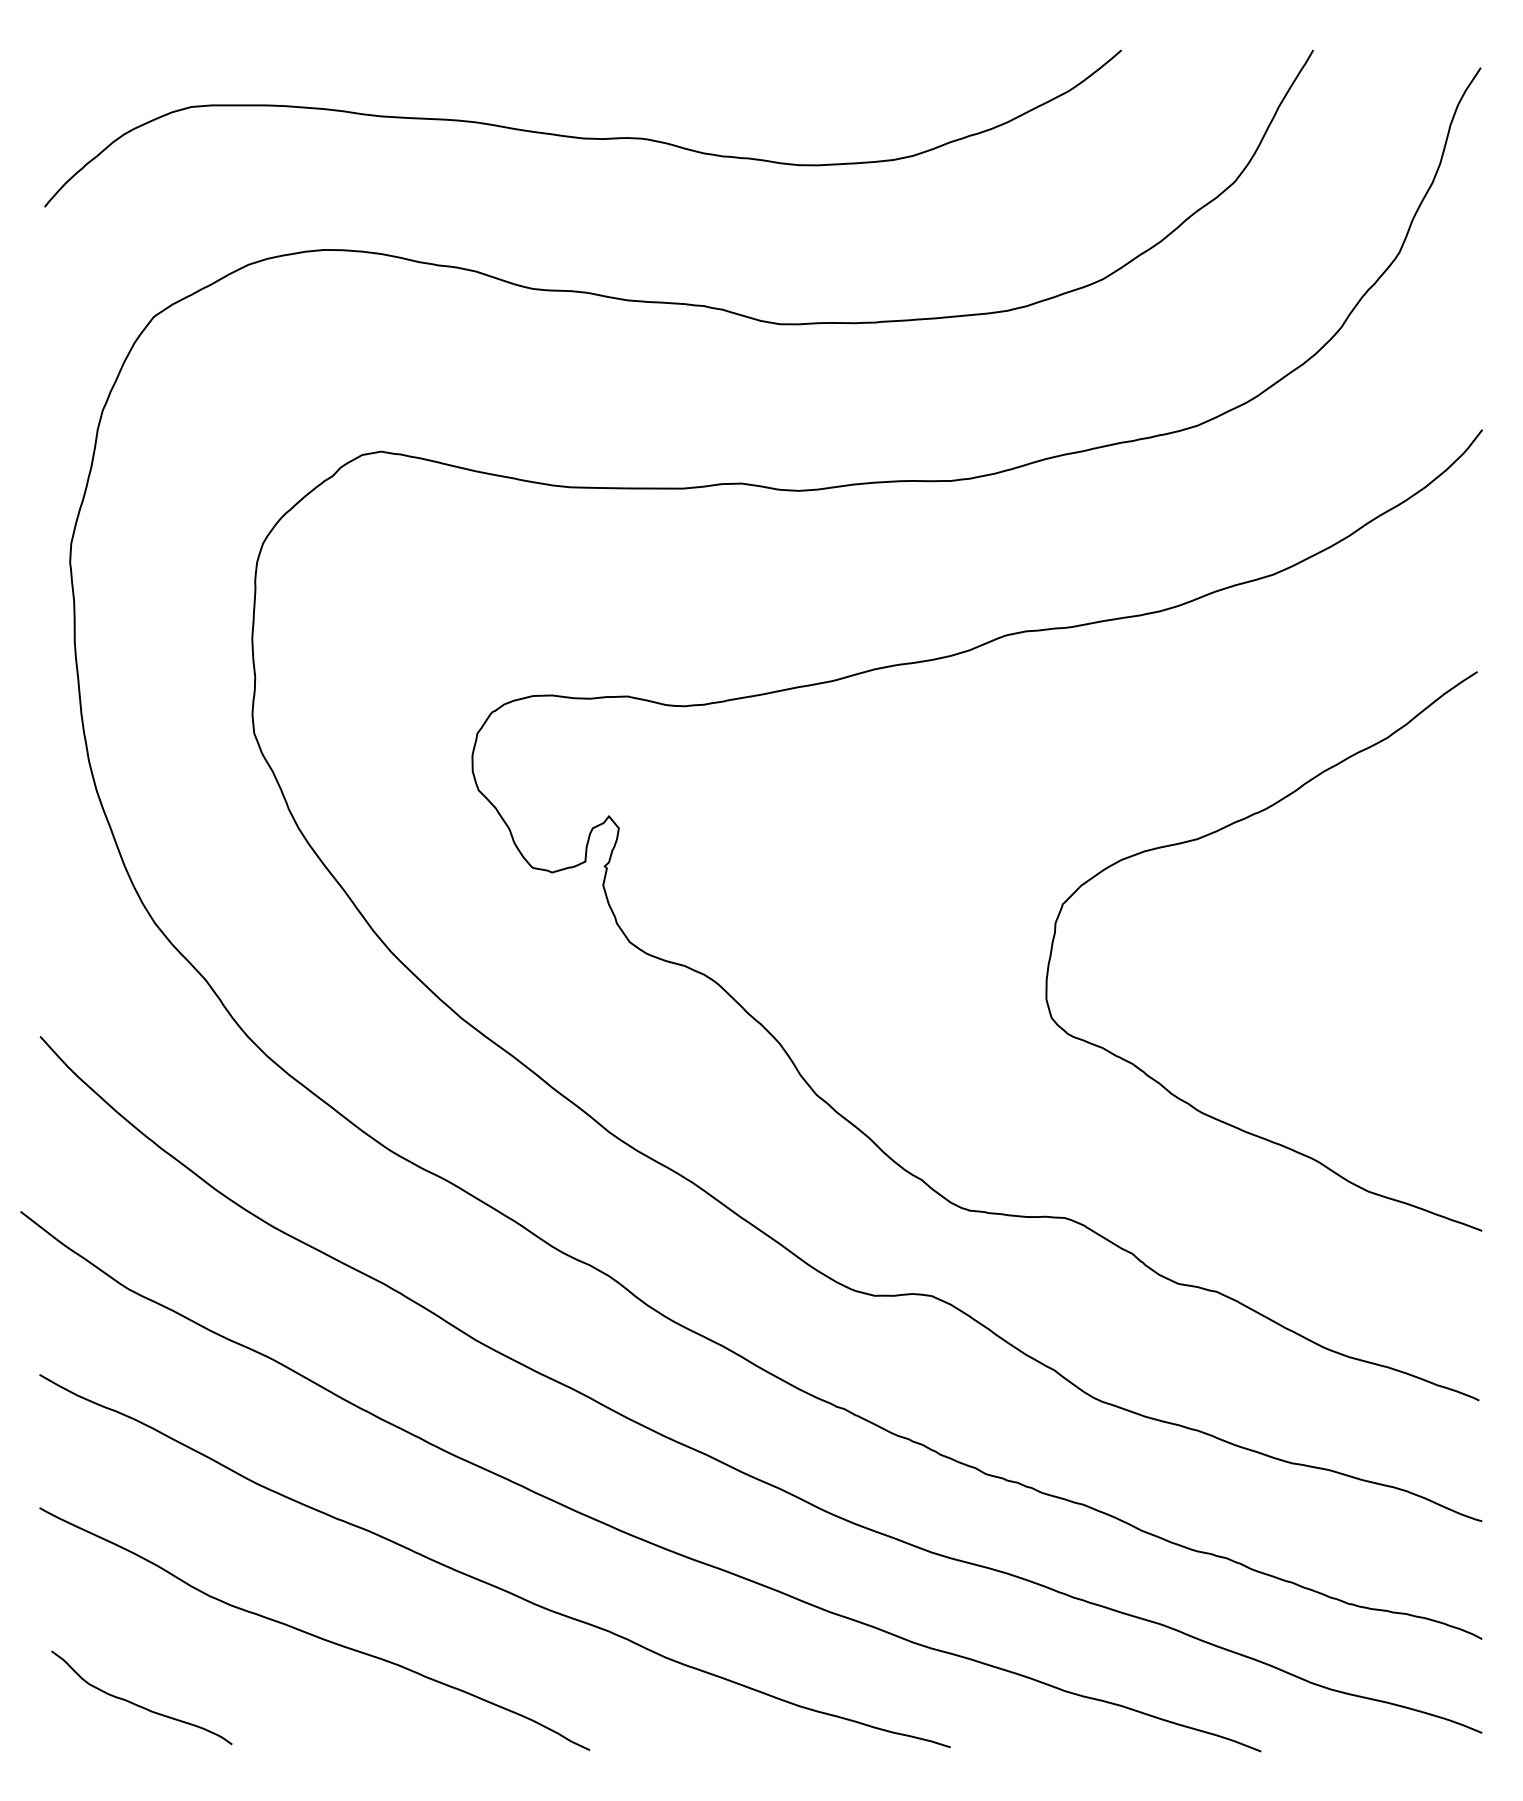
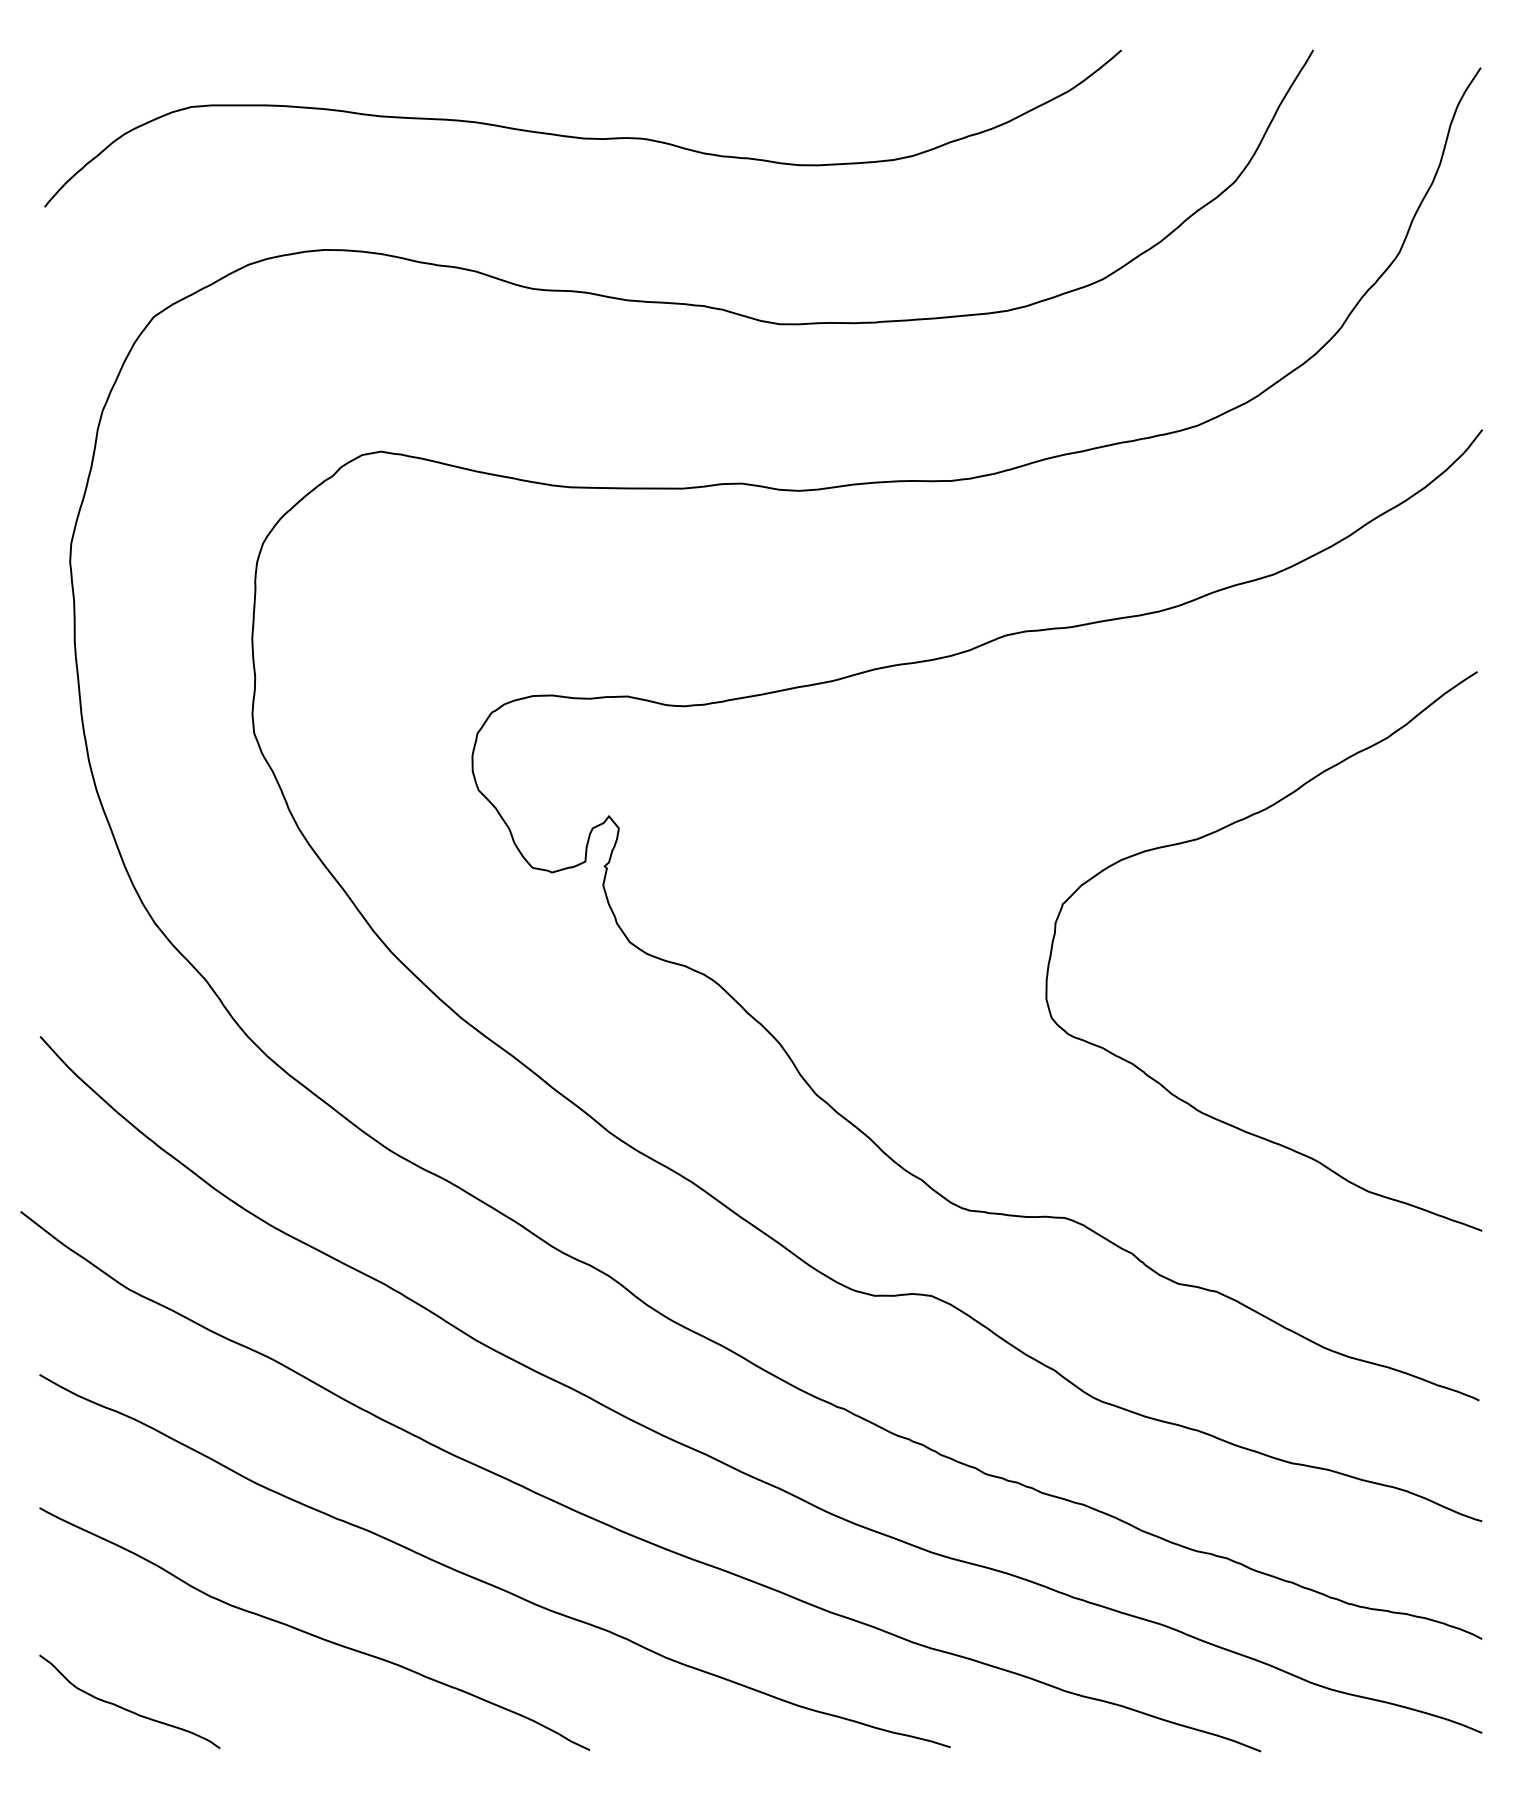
curve at (138, 1704) position: (138, 1704) -> (126, 1708)
